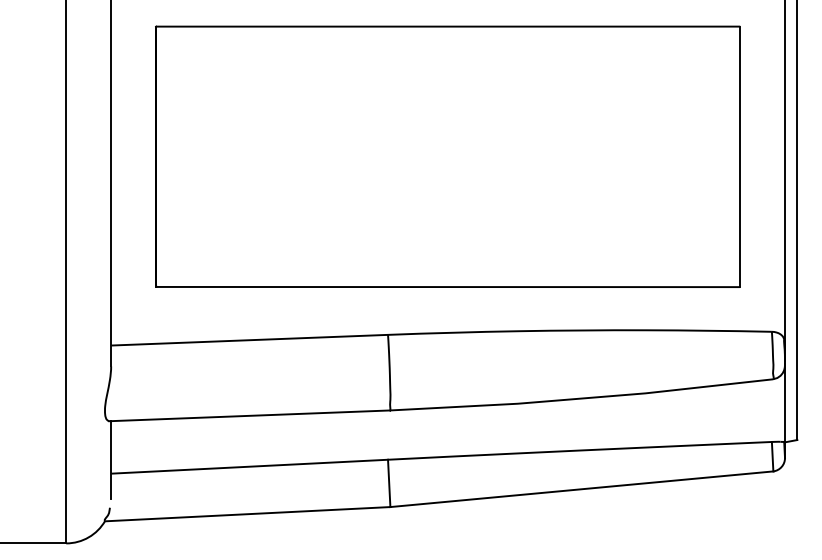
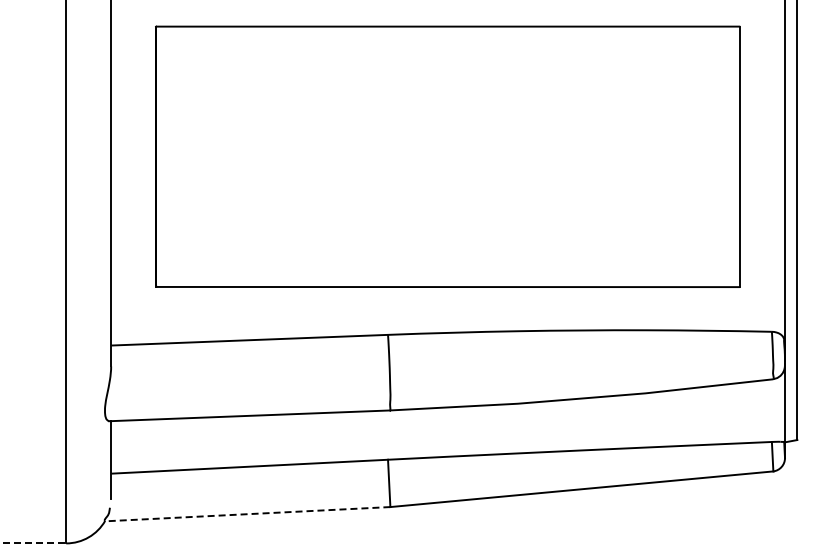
line at (247, 514): solid -> dashed
line at (33, 543): solid -> dashed
